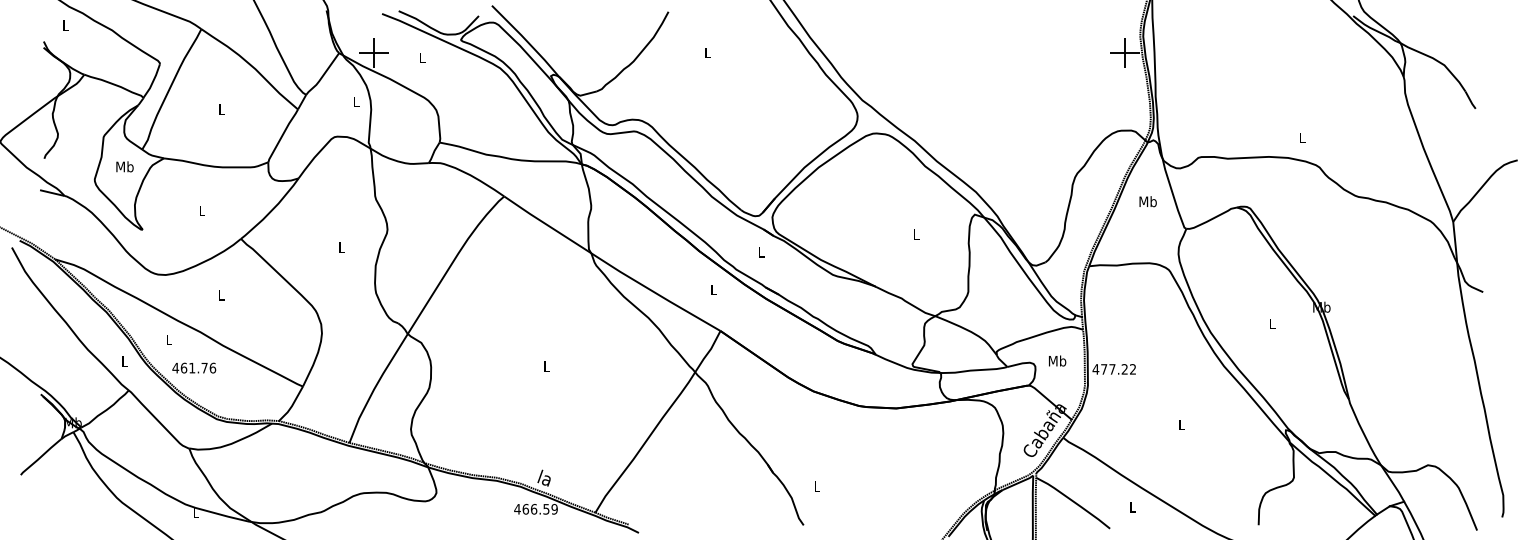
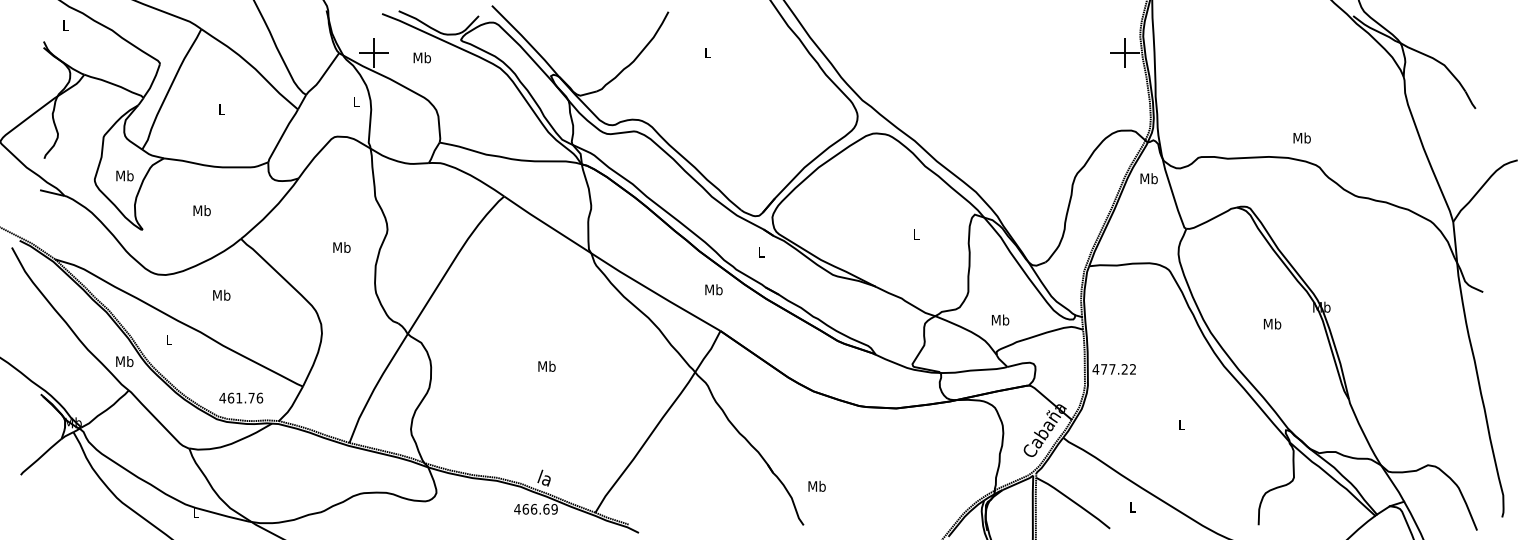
text at (421, 57): L -> Mb
text at (1301, 137): L -> Mb
text at (124, 166) position: (124, 166) -> (124, 175)
text at (1147, 201) position: (1147, 201) -> (1148, 178)
text at (201, 210): L -> Mb
text at (341, 247): L -> Mb
text at (713, 289): L -> Mb
text at (221, 294): L -> Mb
text at (1272, 323): L -> Mb
text at (1057, 360) position: (1057, 360) -> (1000, 319)
text at (124, 361): L -> Mb
text at (546, 366): L -> Mb
text at (194, 367) position: (194, 367) -> (241, 397)
text at (816, 485): L -> Mb
text at (546, 509): 466.59 -> 466.69
